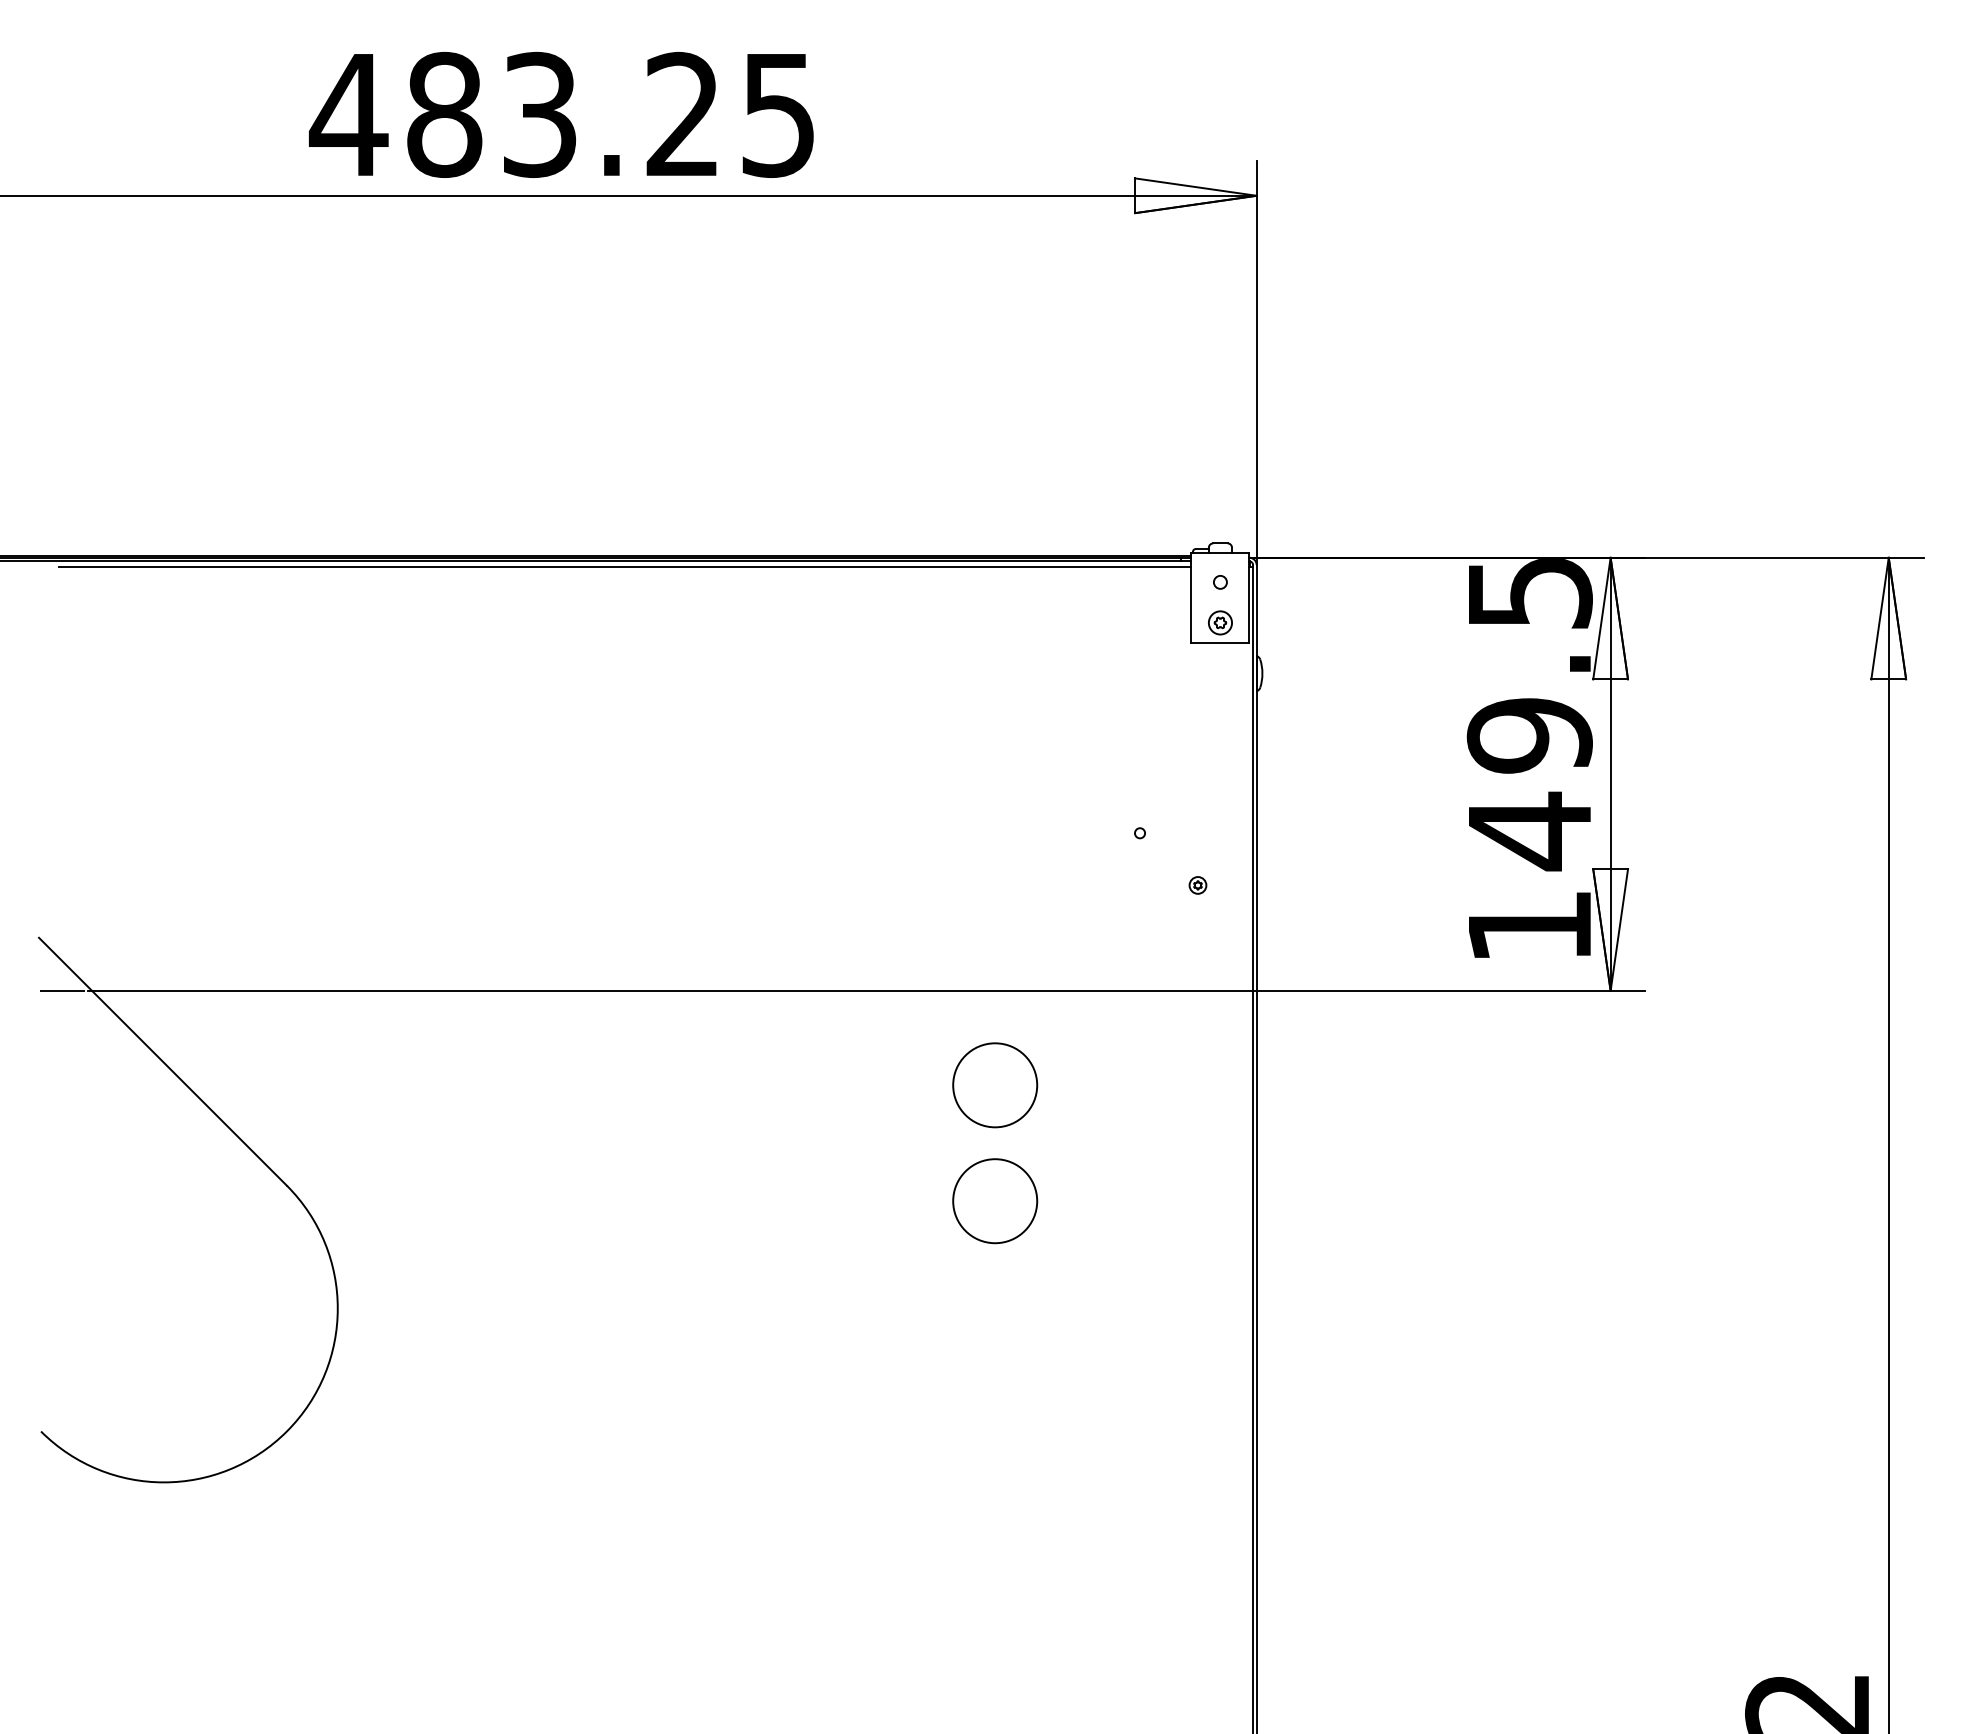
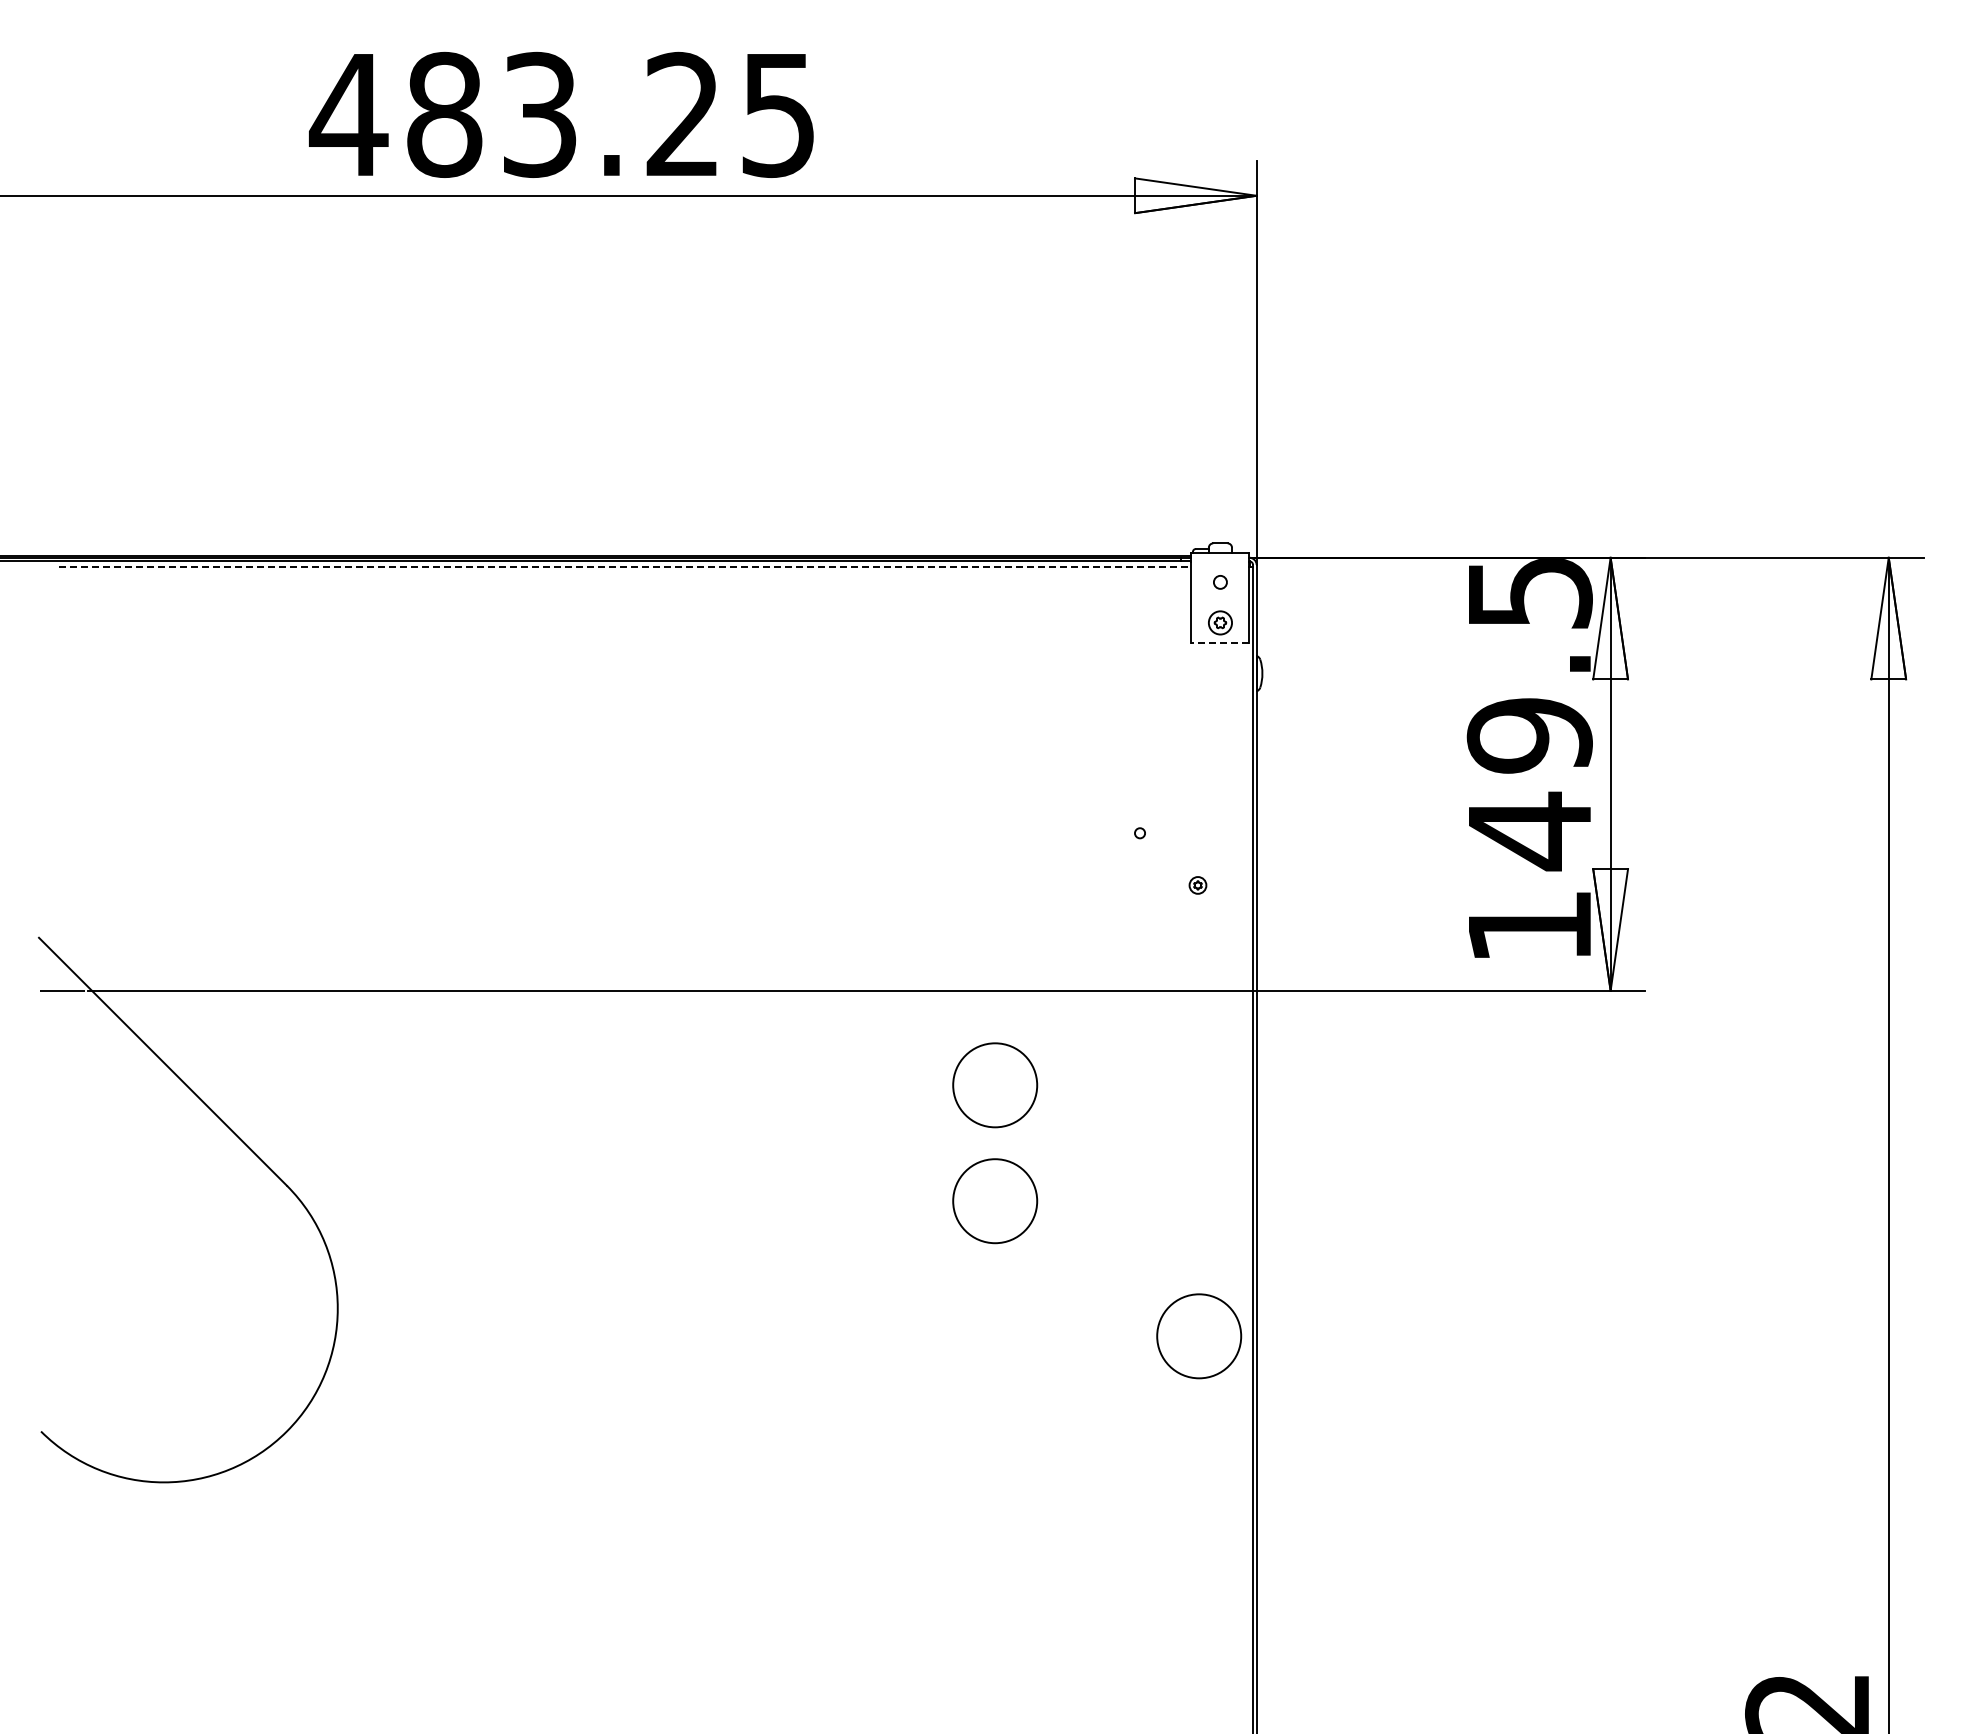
line at (625, 566): solid -> dashed
line at (1220, 643): solid -> dashed
circle at (1199, 1336): none -> present
